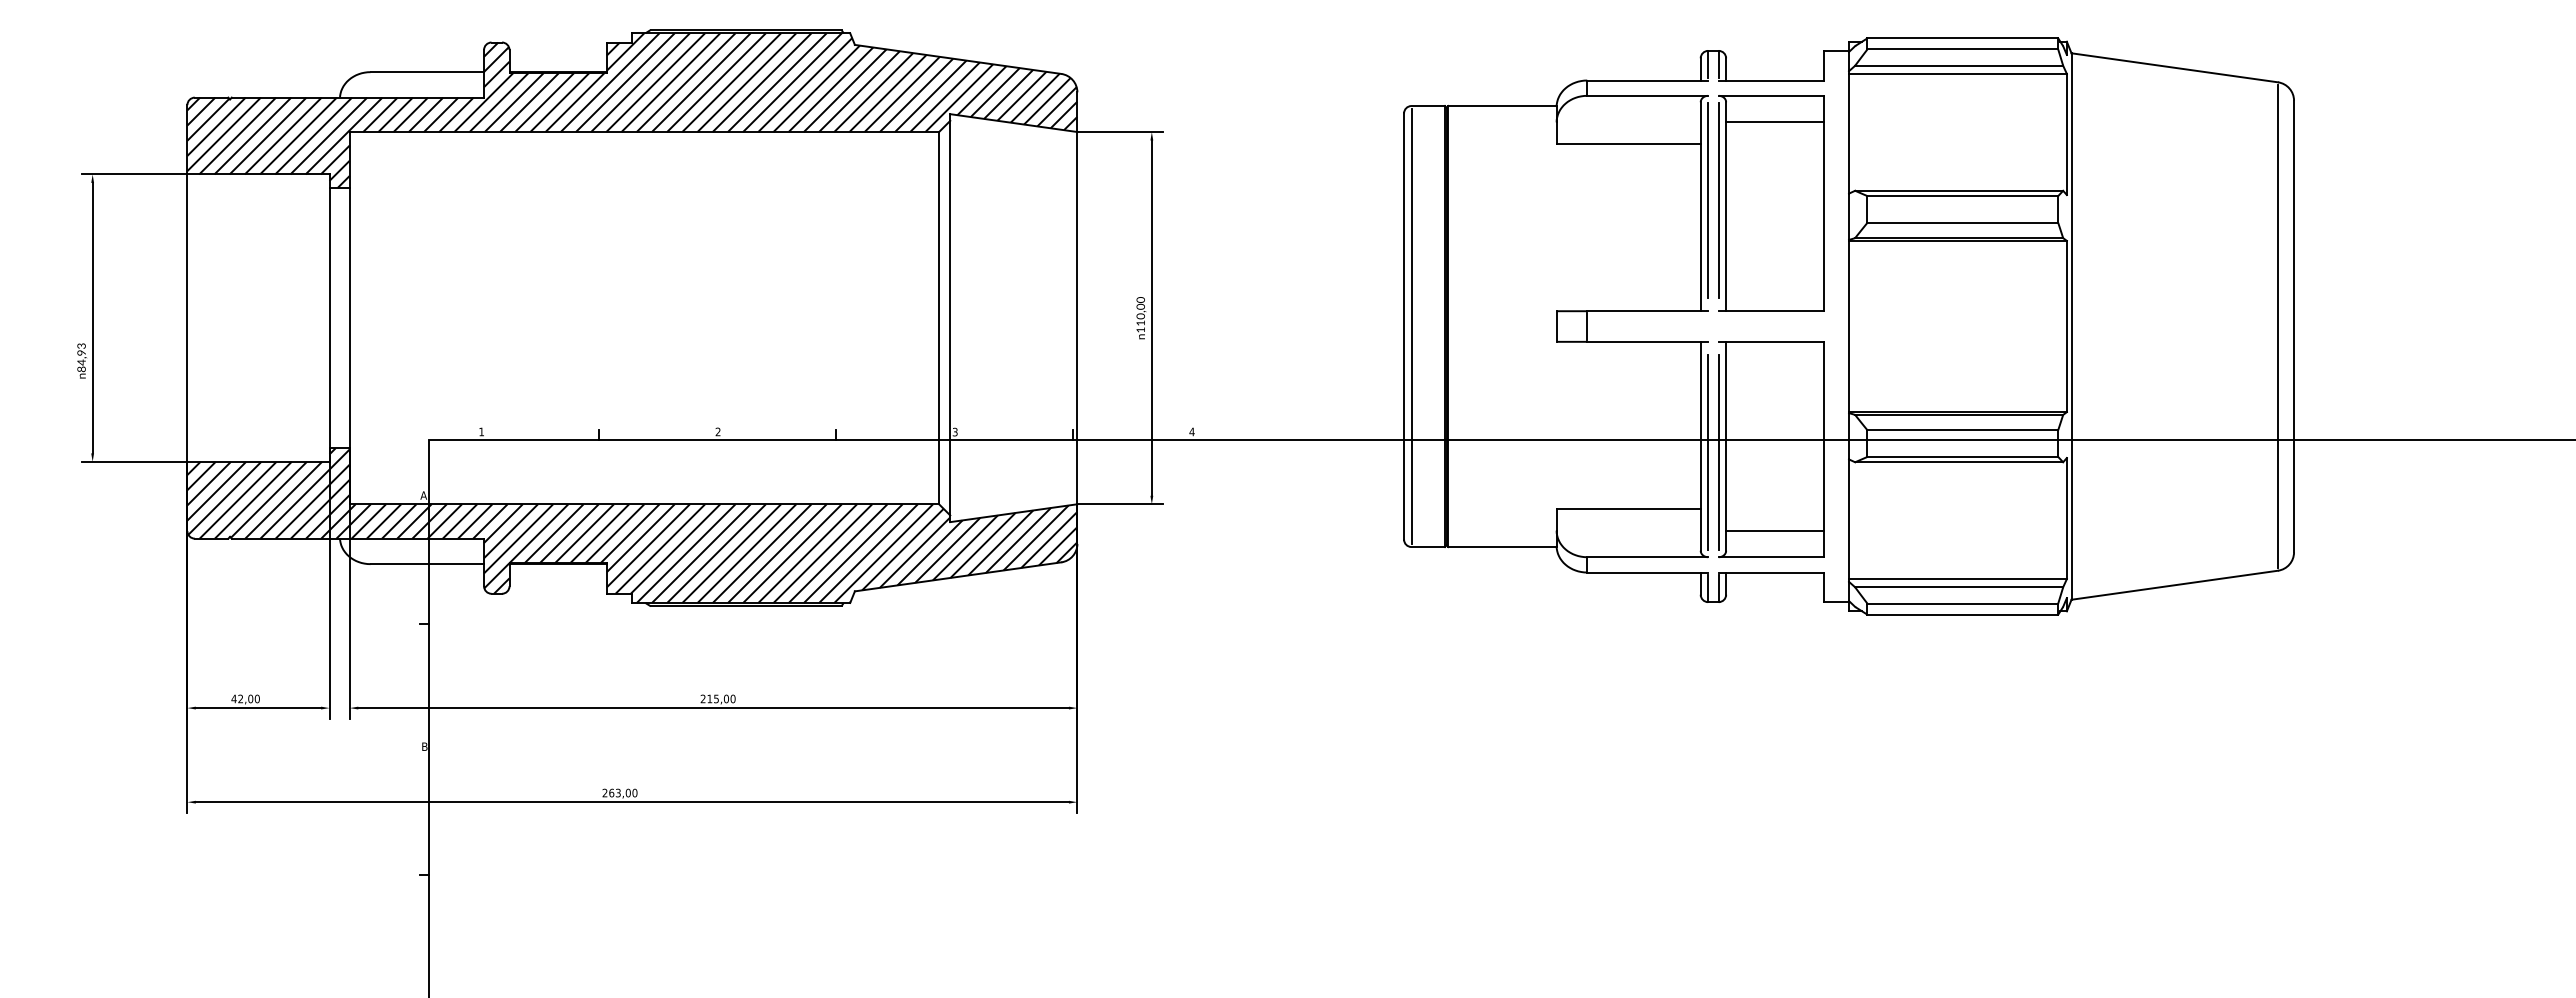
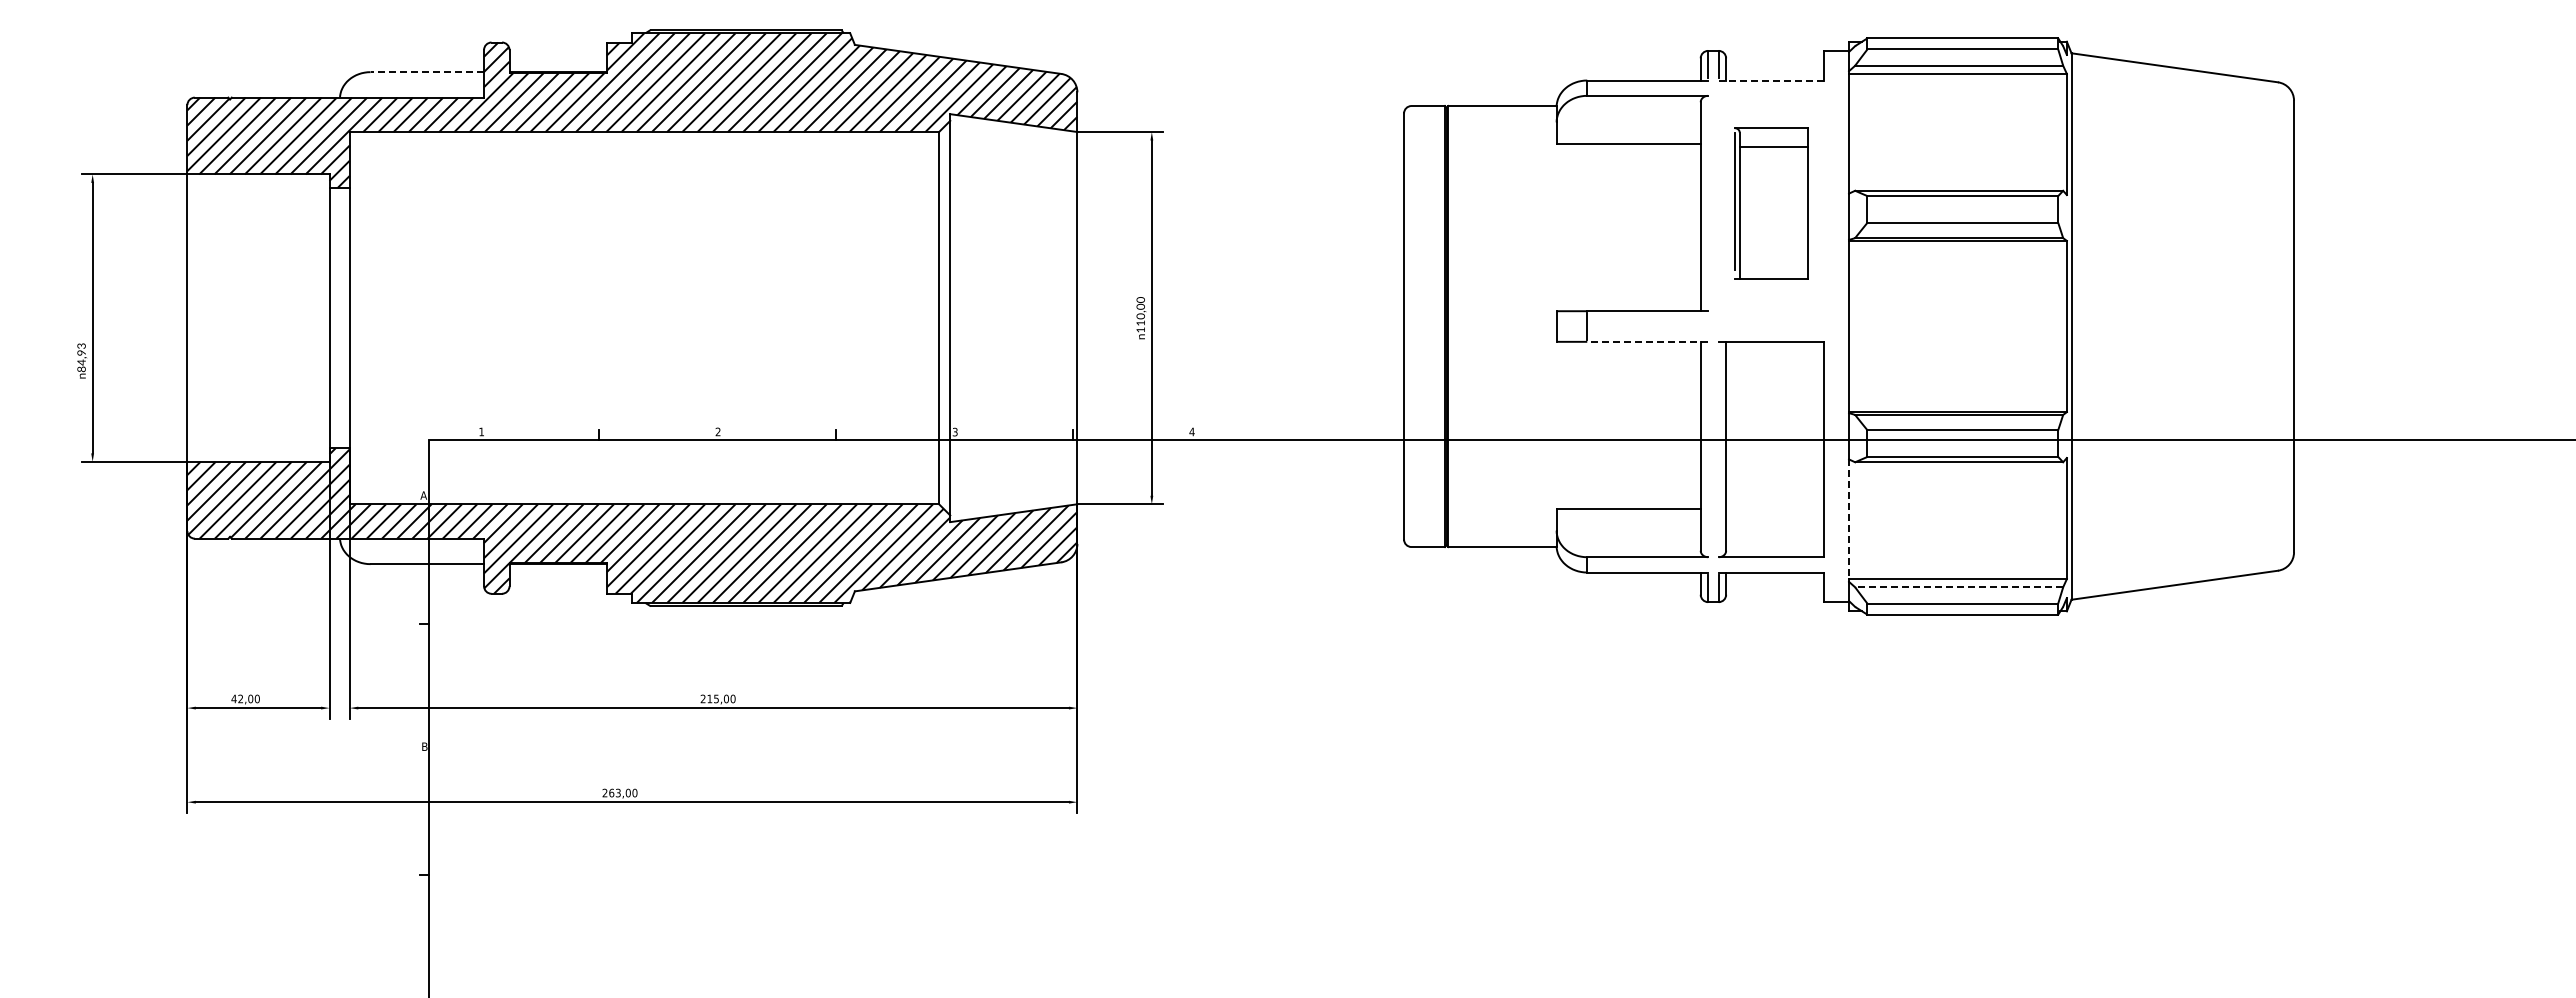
line at (427, 72): solid -> dashed
line at (1770, 80): solid -> dashed
line at (1708, 200): present -> none
part at (1771, 203) size: 107x217 px -> 75x153 px
line at (1411, 326): present -> none
line at (2278, 326): present -> none
line at (1647, 341): solid -> dashed
line at (1708, 451): present -> none
line at (1718, 451): present -> none
line at (1849, 519): solid -> dashed
line at (1774, 530): present -> none
line at (1959, 587): solid -> dashed
